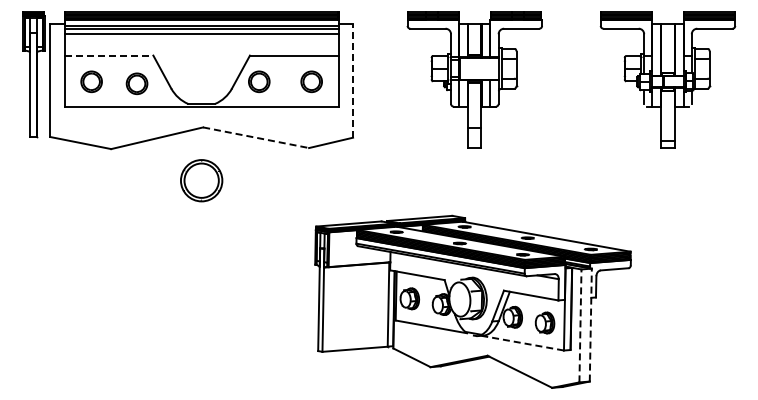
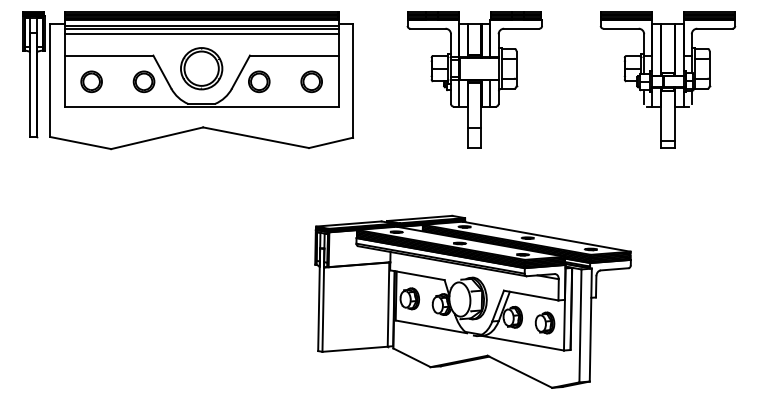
line at (109, 55): dashed -> solid
line at (353, 80): dashed -> solid
part at (136, 83) position: (136, 83) -> (143, 81)
line at (256, 137): dashed -> solid
part at (201, 180) position: (201, 180) -> (201, 68)
line at (590, 324): dashed -> solid
line at (580, 325): dashed -> solid
line at (522, 343): dashed -> solid
